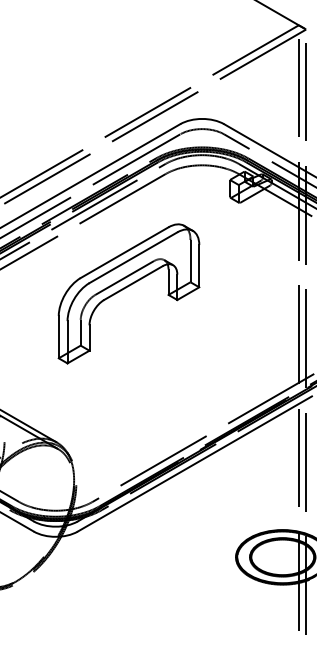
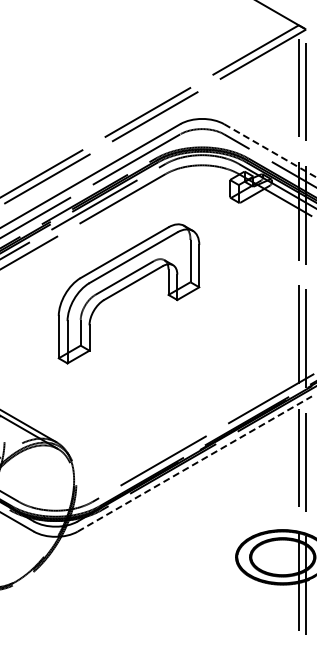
line at (270, 151): solid -> dashed
line at (195, 463): solid -> dashed
